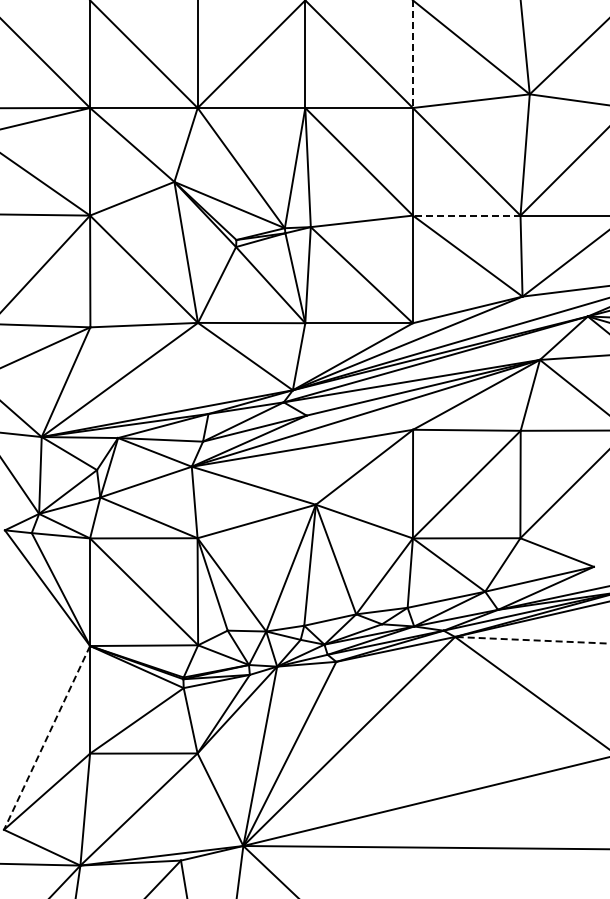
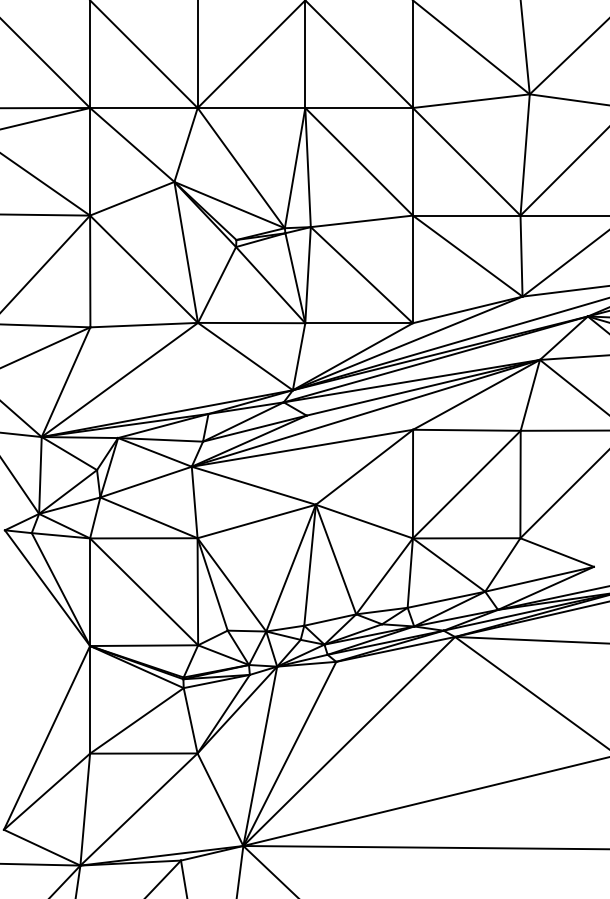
line at (412, 54): dashed -> solid
line at (466, 215): dashed -> solid
line at (531, 640): dashed -> solid
line at (46, 738): dashed -> solid
